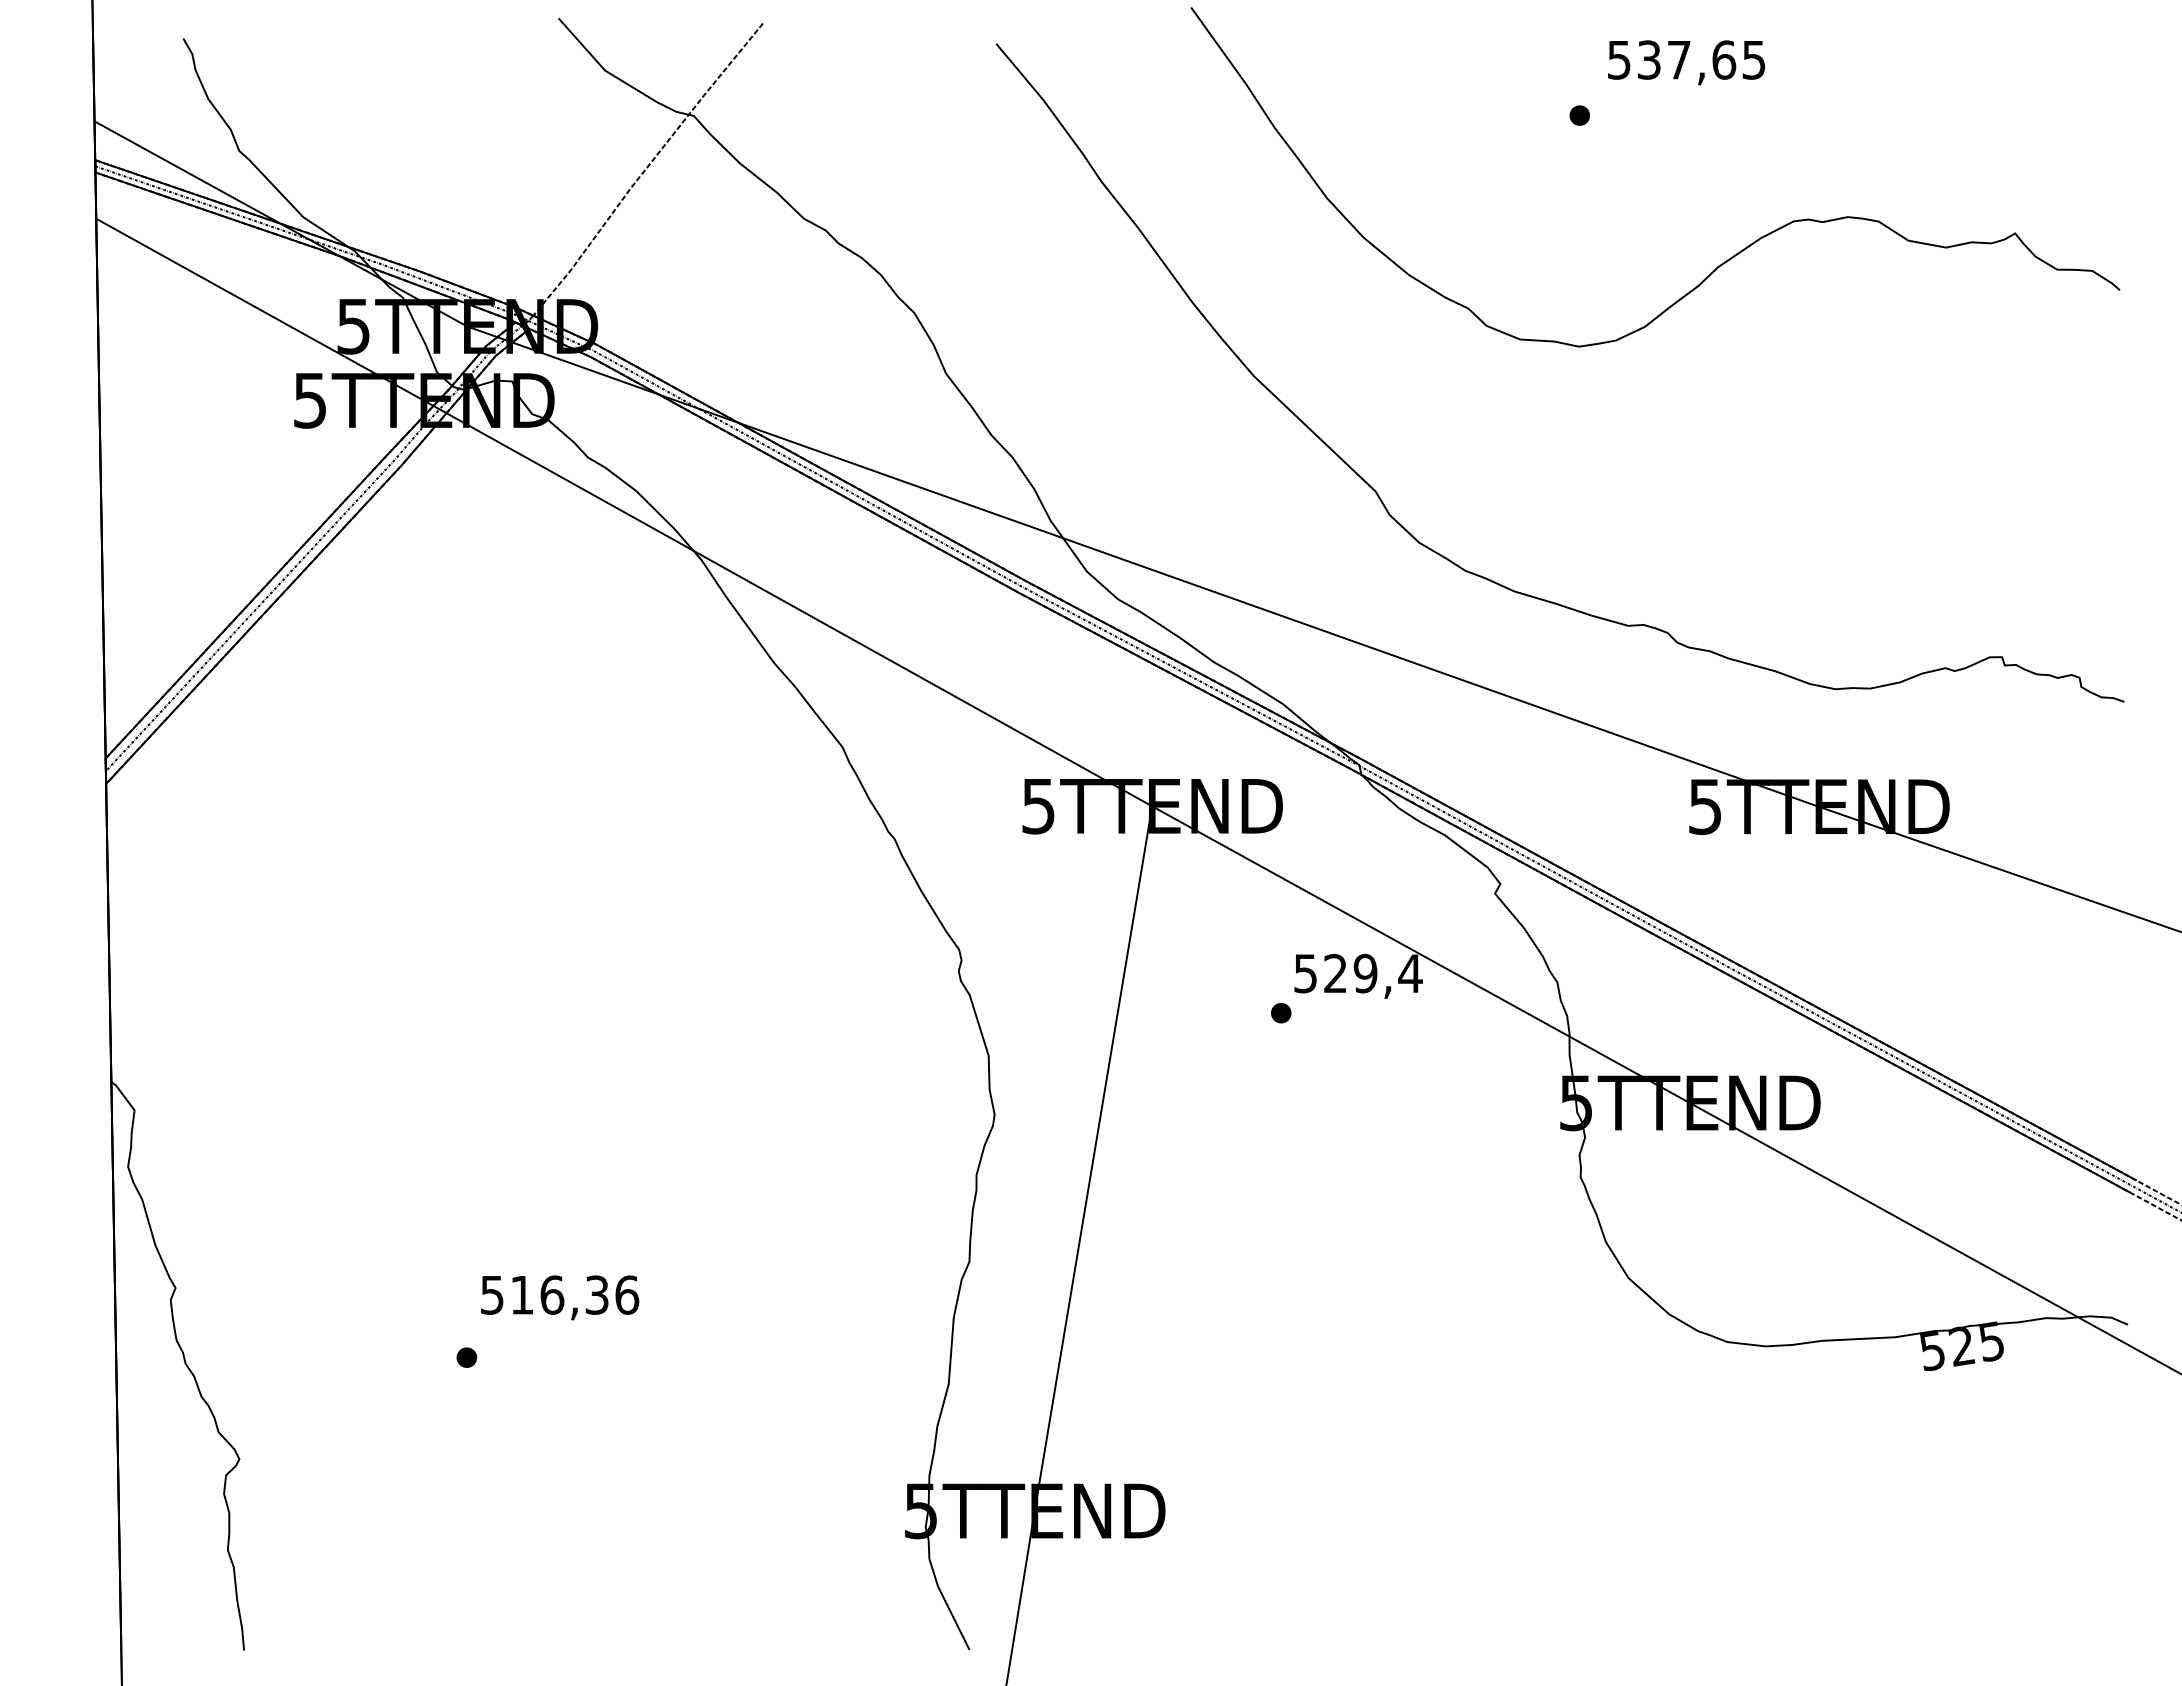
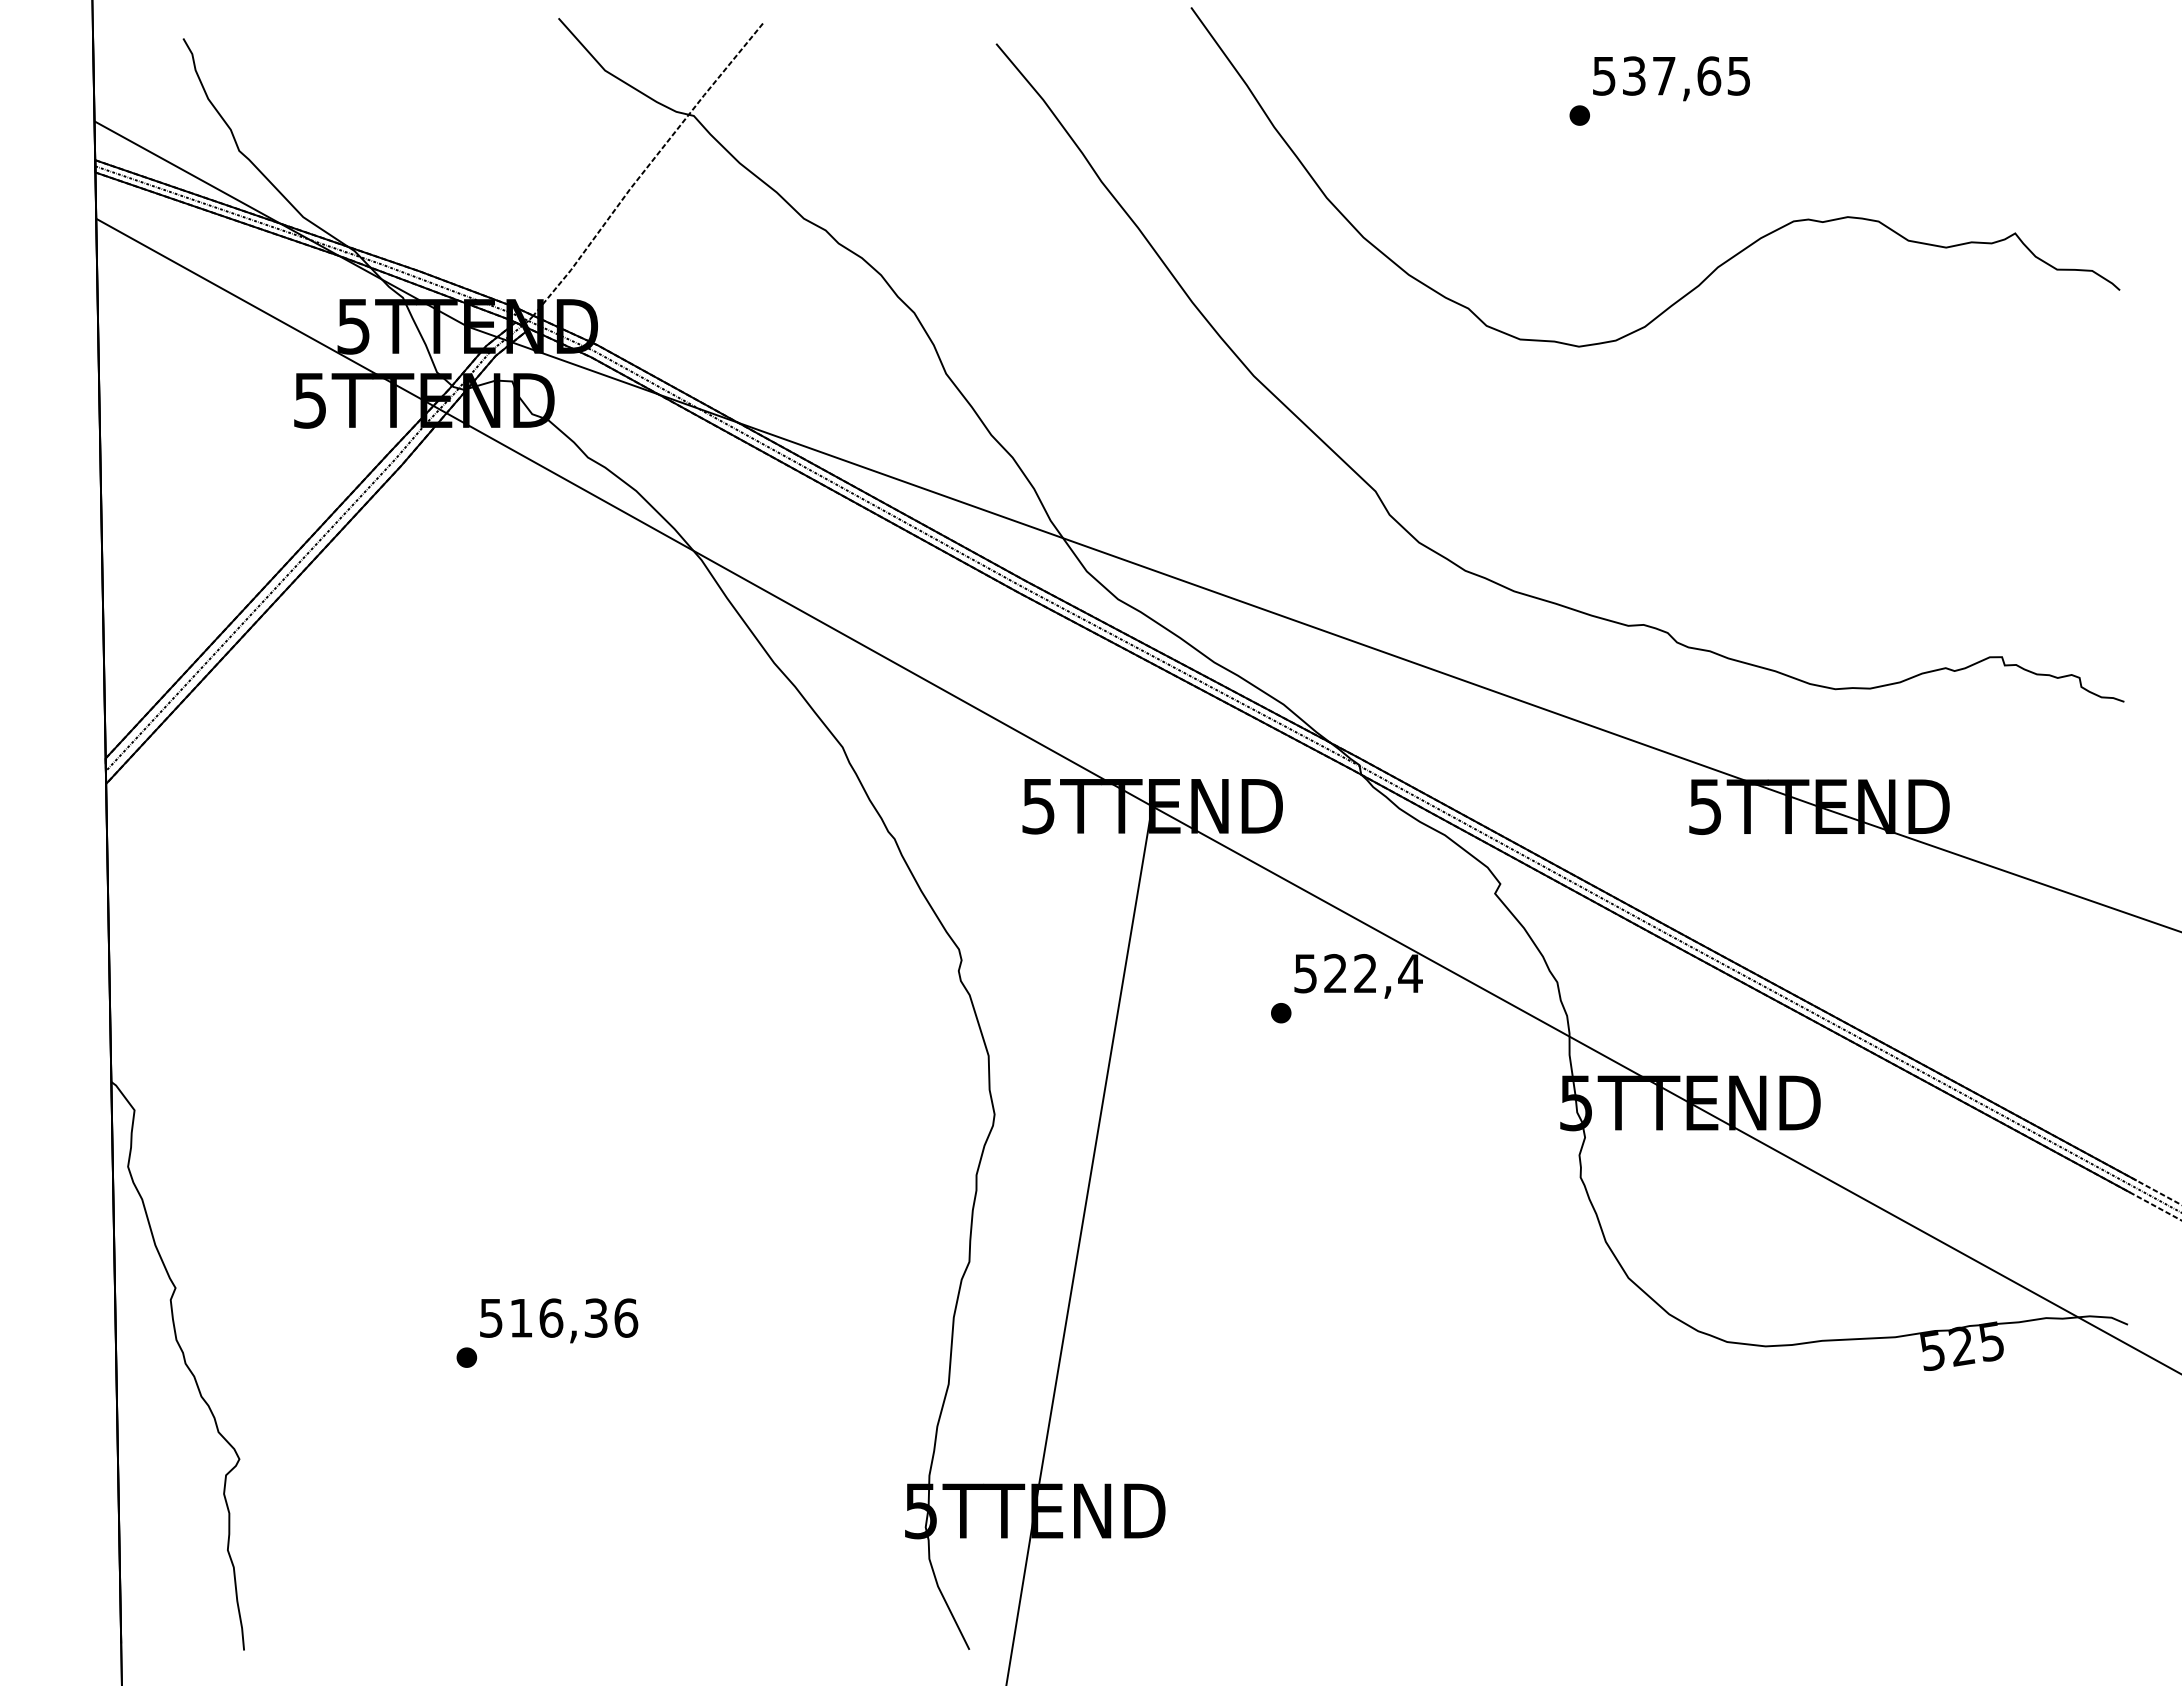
text at (1686, 62) position: (1686, 62) -> (1671, 78)
text at (1365, 973): 529,4 -> 522,4
text at (560, 1297) position: (560, 1297) -> (559, 1320)
